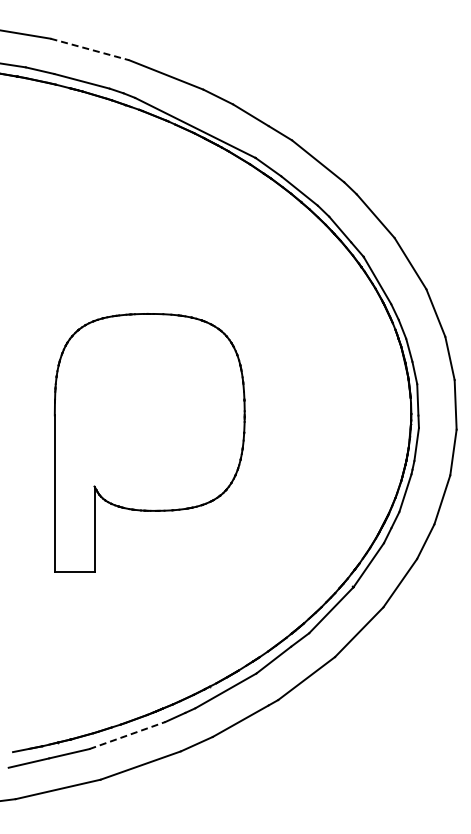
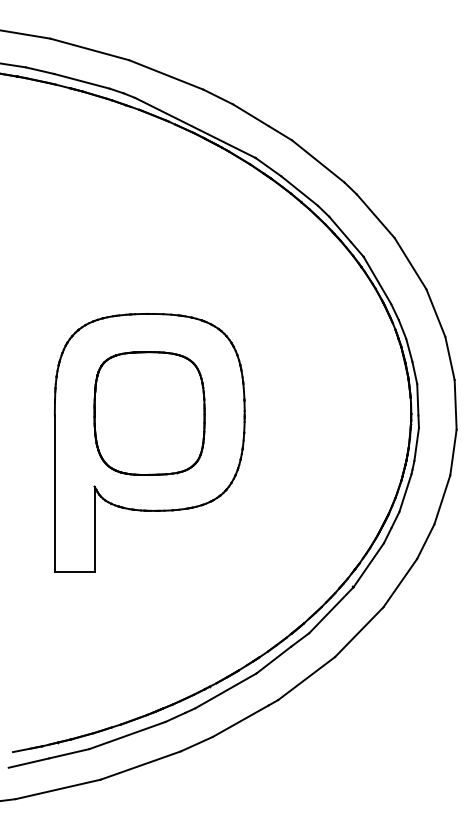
line at (89, 49): dashed -> solid
part at (149, 413): none -> present
line at (127, 735): dashed -> solid
